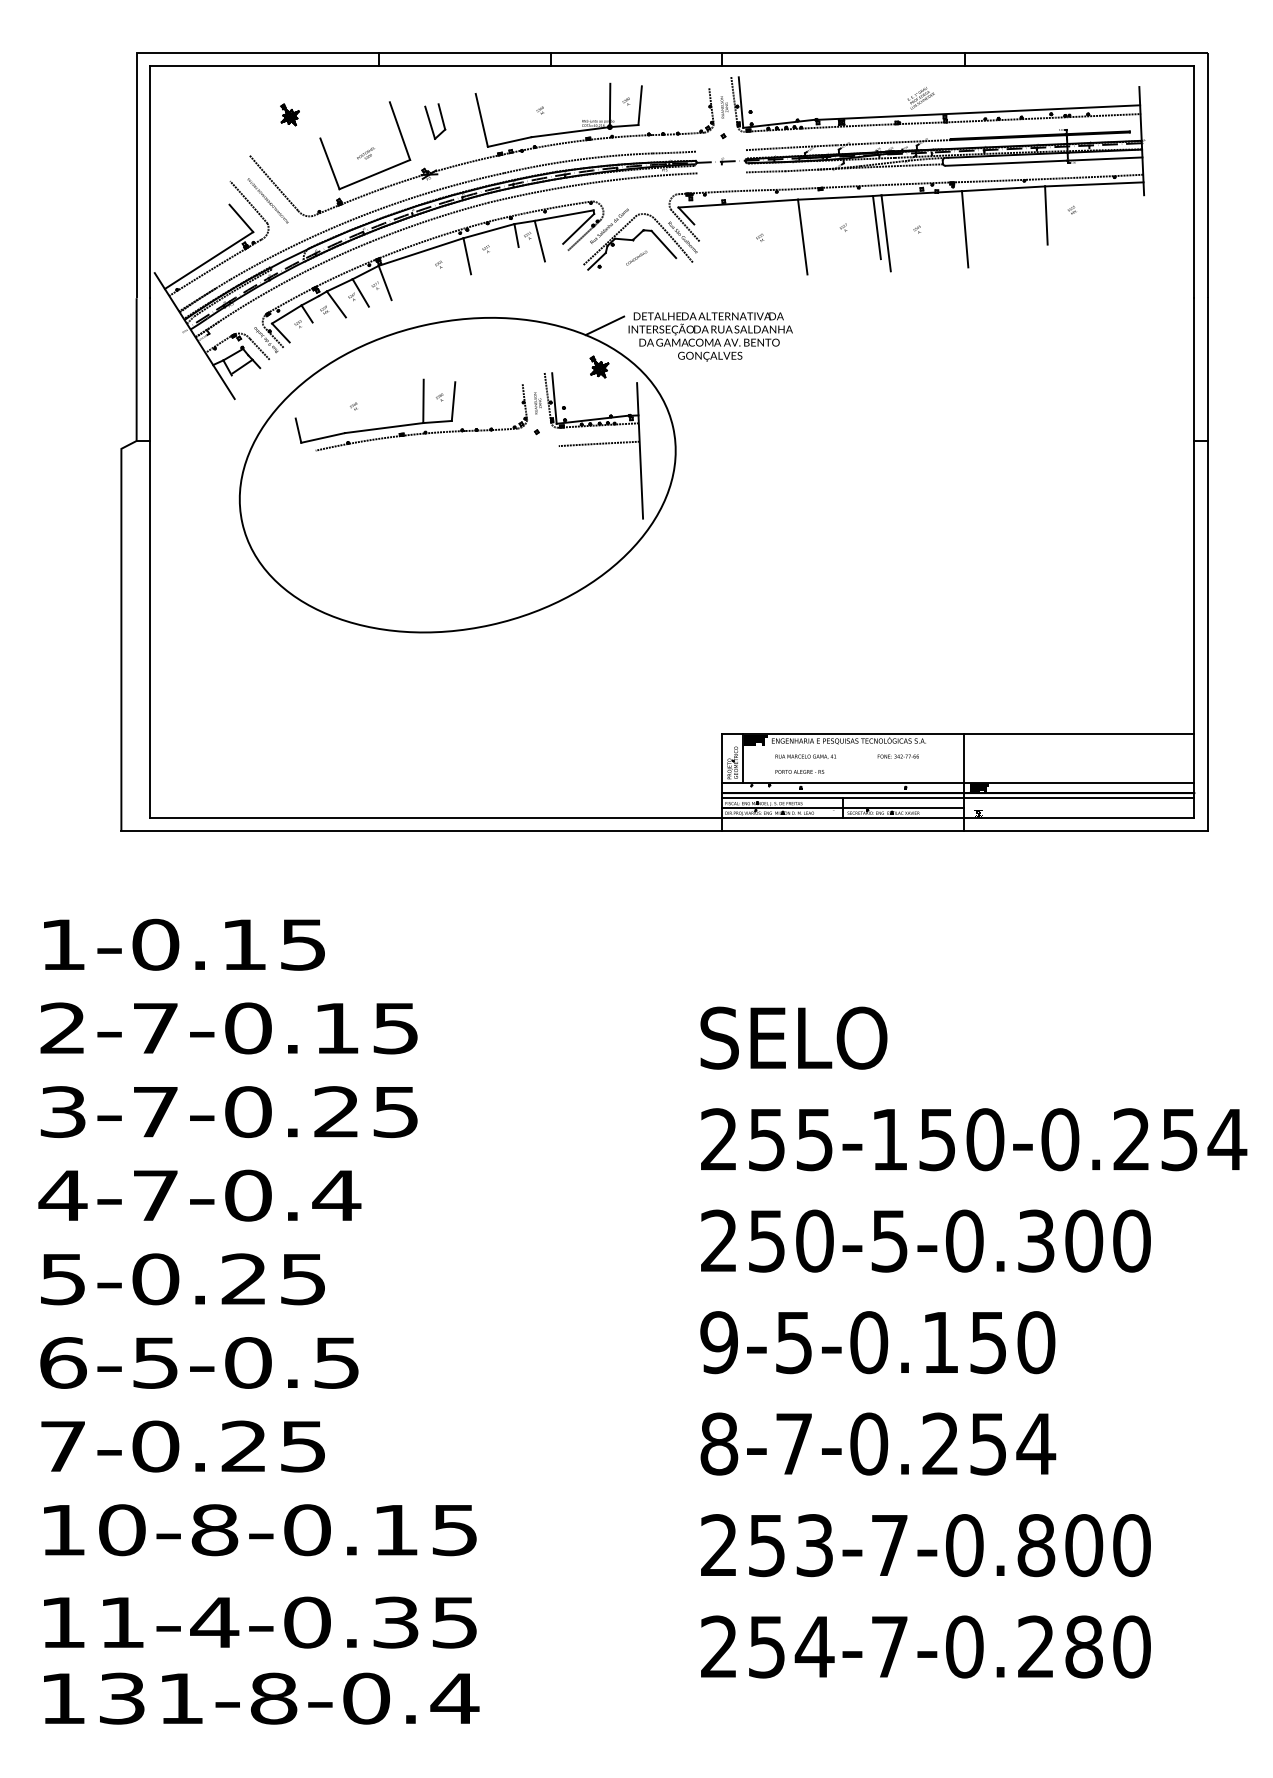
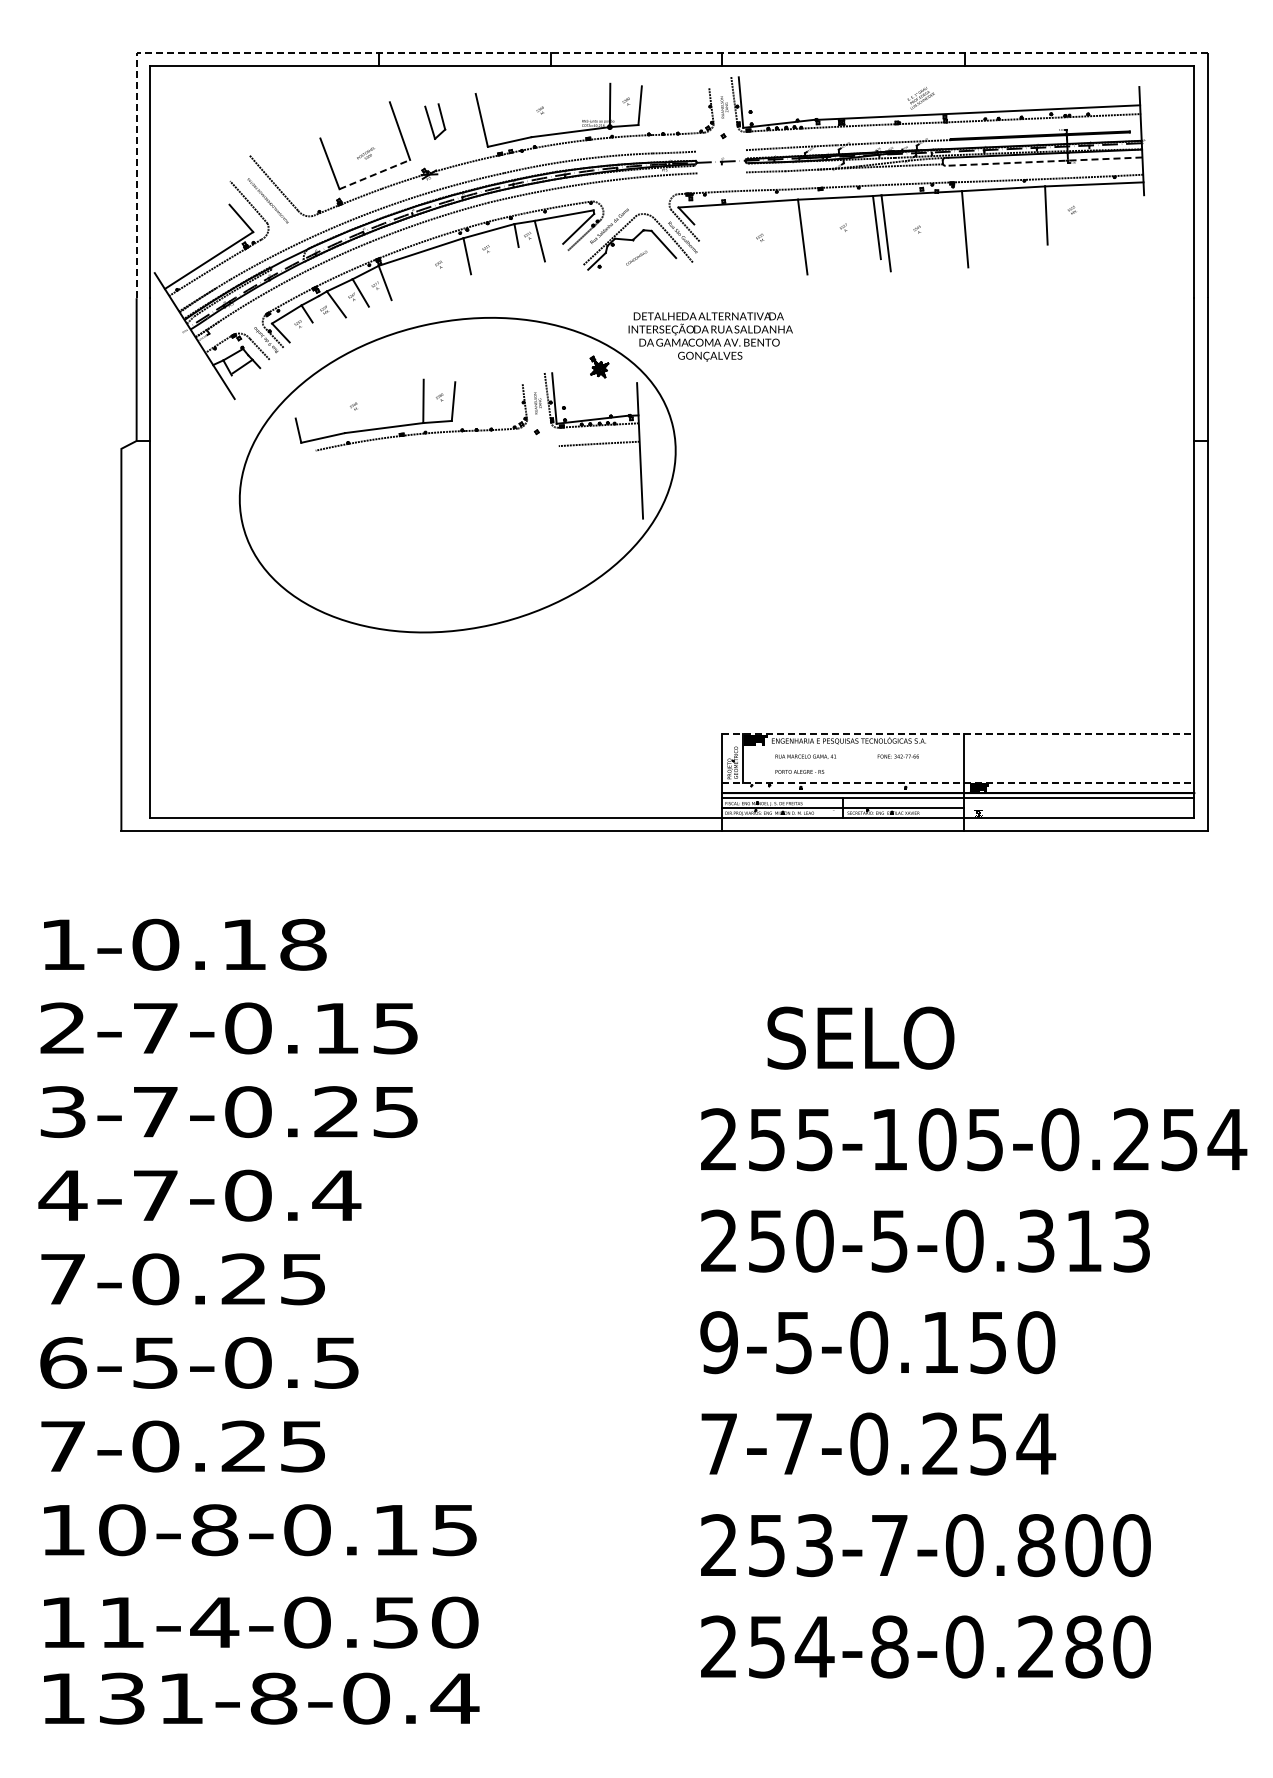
line at (548, 53): solid -> dashed
part at (289, 114): present -> none
line at (1043, 161): solid -> dashed
line at (375, 174): solid -> dashed
line at (604, 325): present -> none
line at (958, 733): solid -> dashed
line at (958, 782): solid -> dashed
text at (303, 944): 1-0.15 -> 1-0.18
text at (793, 1037) position: (793, 1037) -> (860, 1037)
text at (961, 1139): 255-150-0.254 -> 255-105-0.254
text at (1107, 1240): 250-5-0.300 -> 250-5-0.313
text at (62, 1279): 5-0.25 -> 7-0.25
text at (719, 1443): 8-7-0.254 -> 7-7-0.254
text at (425, 1622): 11-4-0.35 -> 11-4-0.50
text at (889, 1646): 254-7-0.280 -> 254-8-0.280
